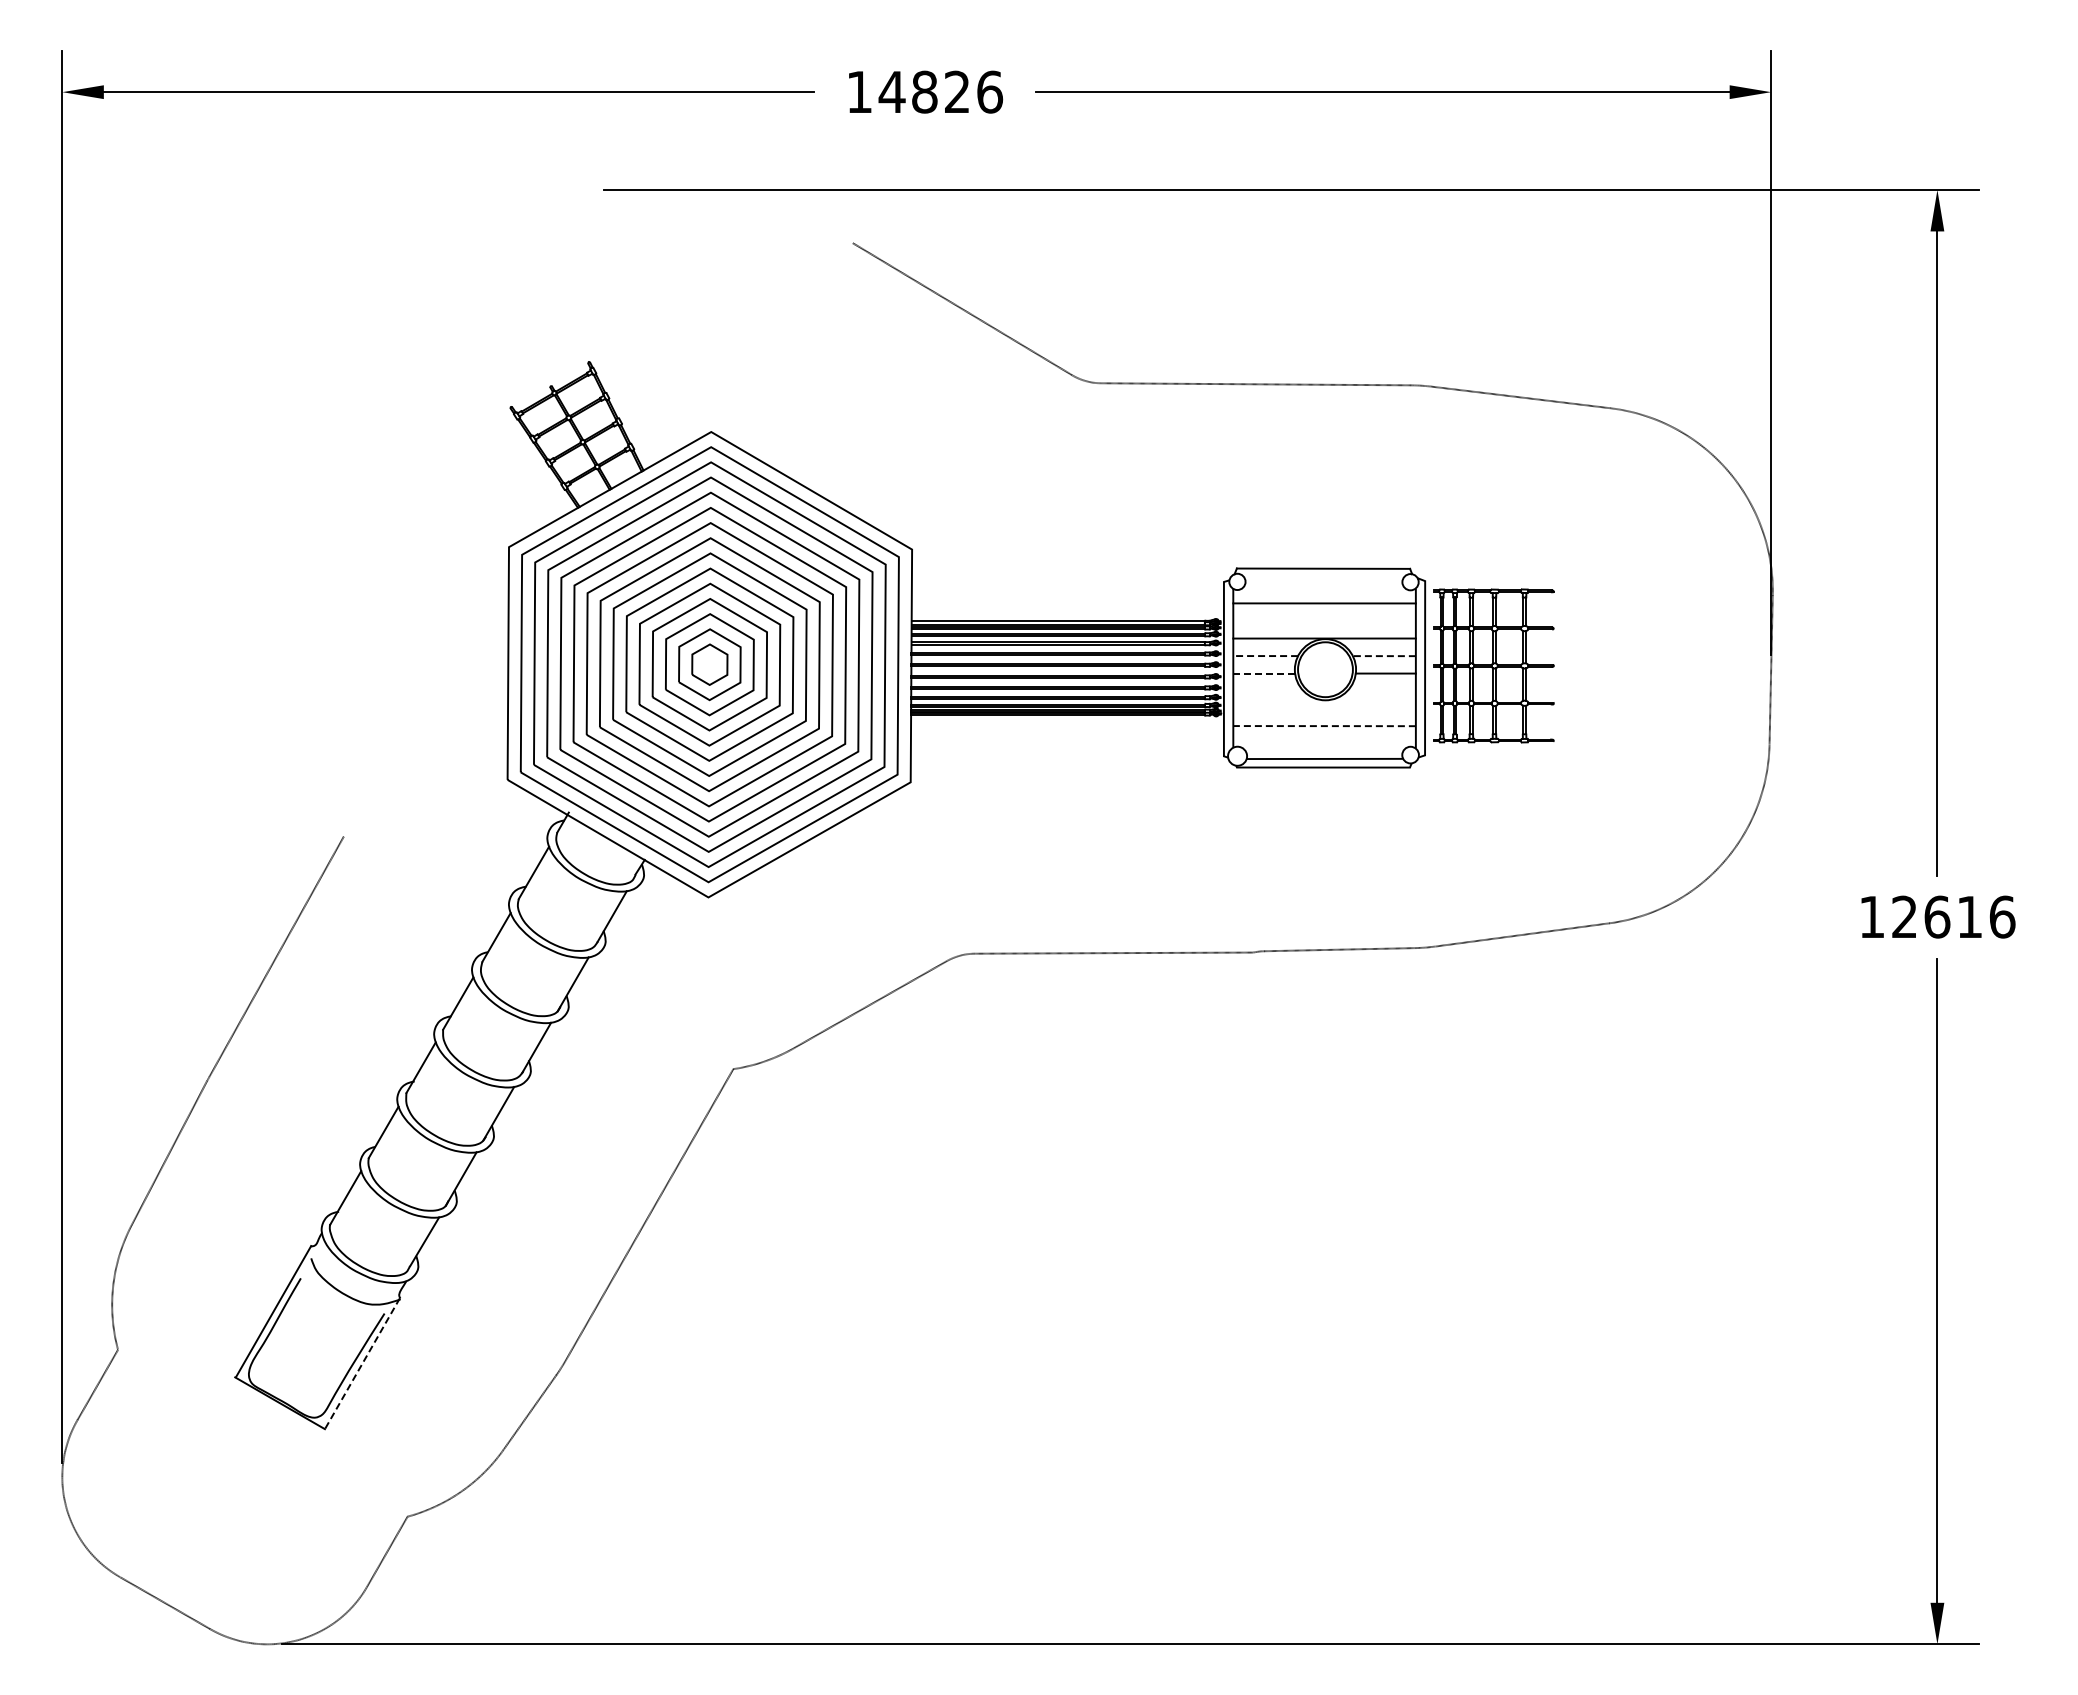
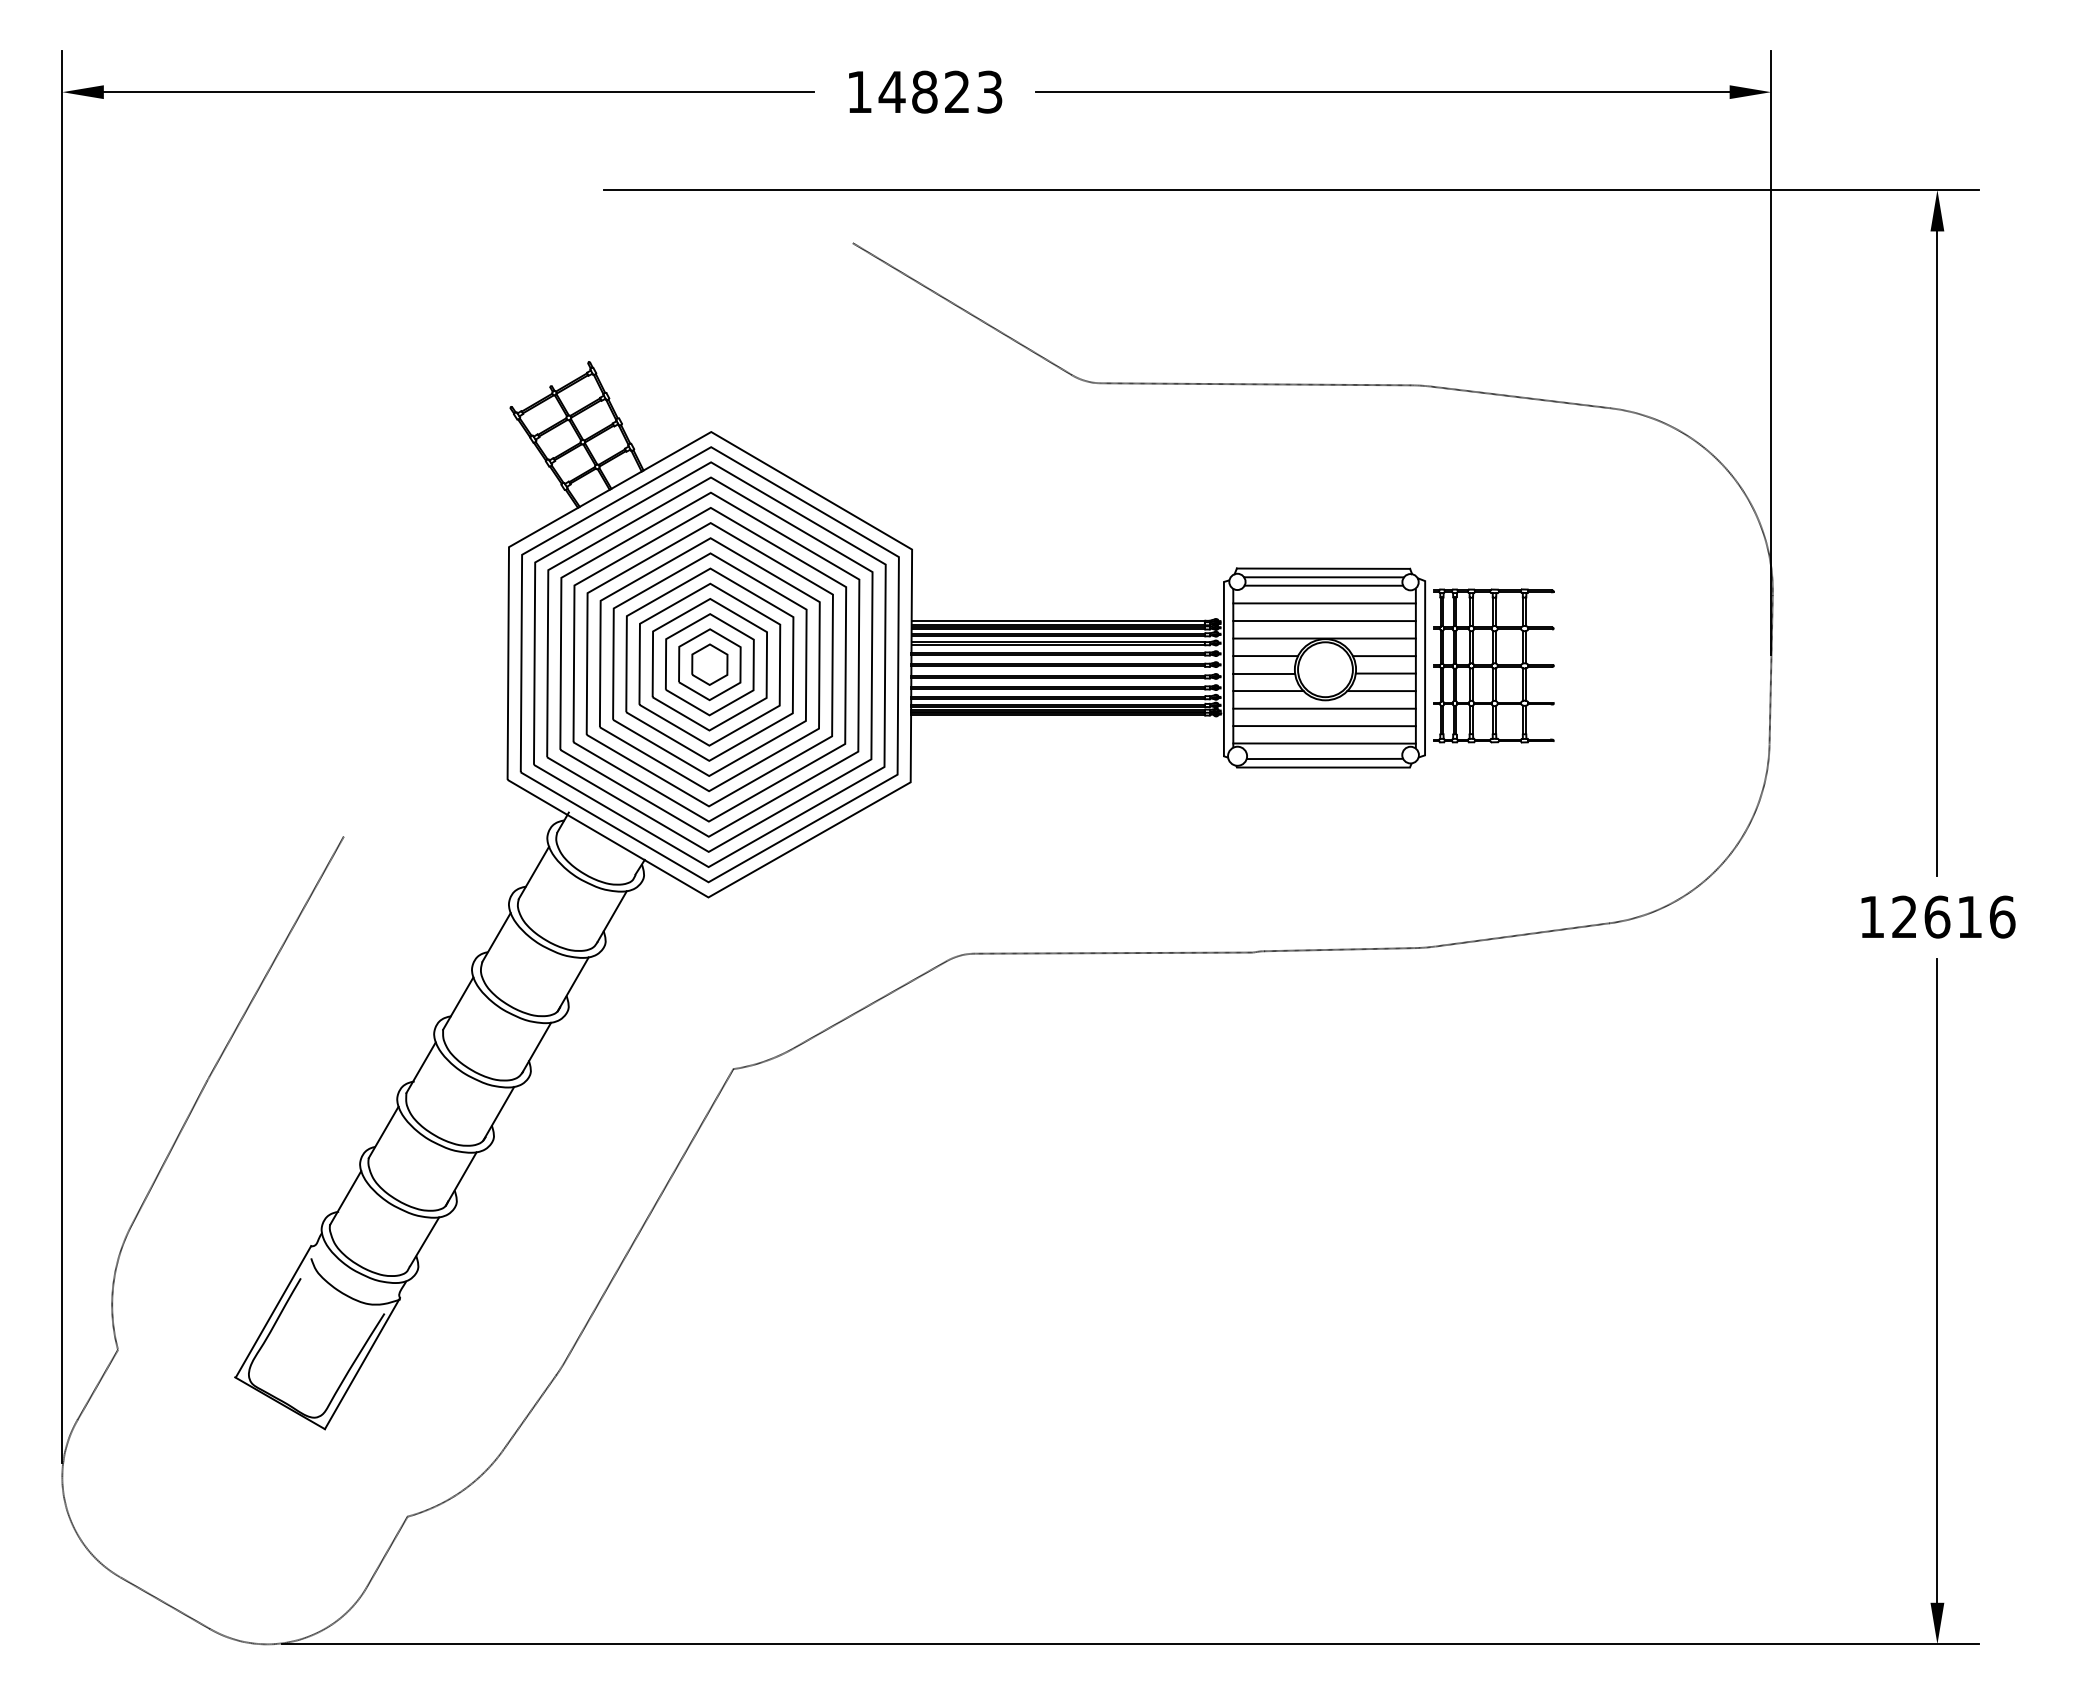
text at (990, 91): 14826 -> 14823
line at (1324, 577): none -> present
line at (1323, 585): none -> present
line at (1324, 621): none -> present
line at (1265, 656): dashed -> solid
line at (1383, 656): dashed -> solid
line at (1264, 673): dashed -> solid
line at (1268, 691): none -> present
line at (1381, 691): none -> present
line at (1324, 708): none -> present
line at (1324, 726): dashed -> solid
line at (1324, 743): none -> present
line at (362, 1364): dashed -> solid
